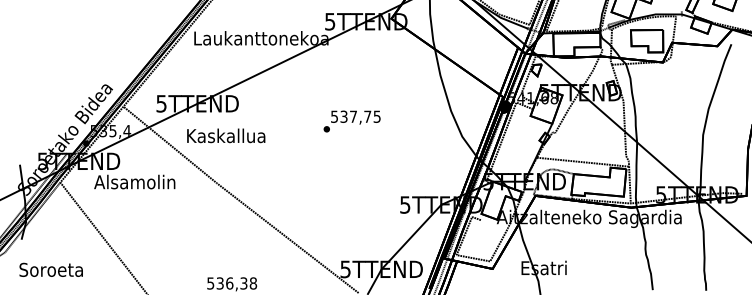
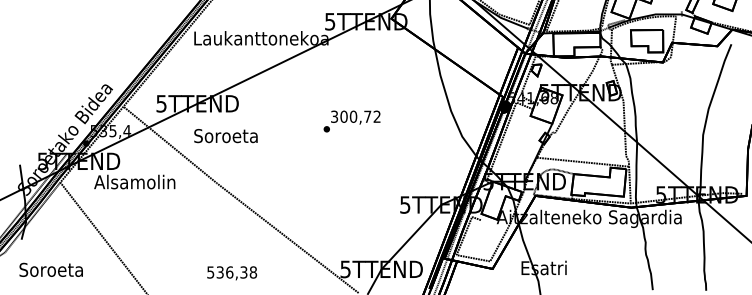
text at (355, 116): 537,75 -> 300,72
text at (226, 135): Kaskallua -> Soroeta
text at (232, 284) position: (232, 284) -> (232, 273)
